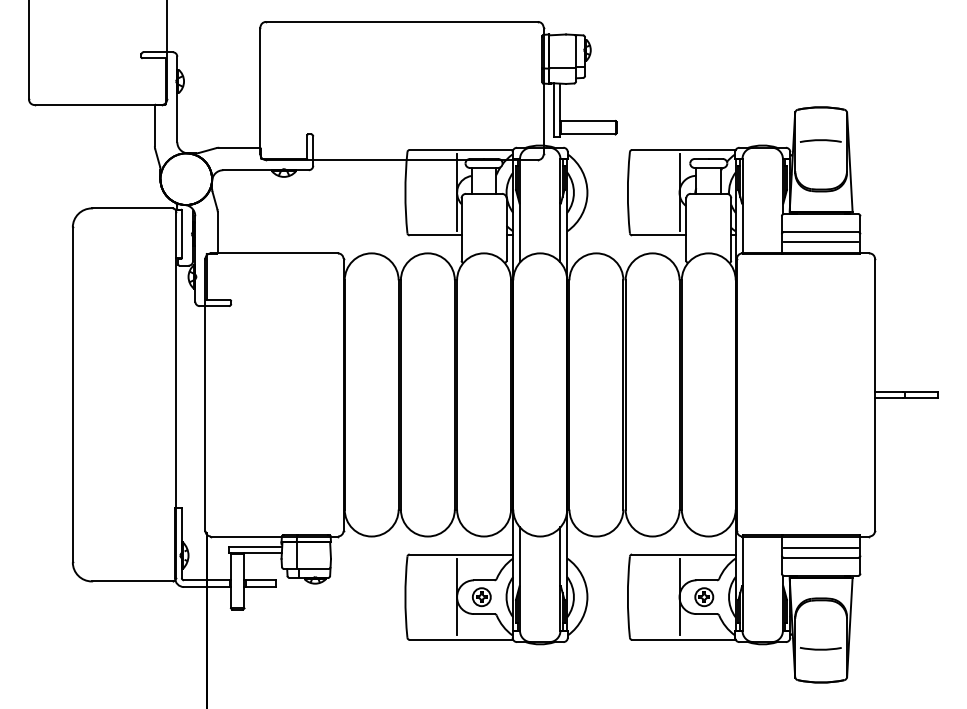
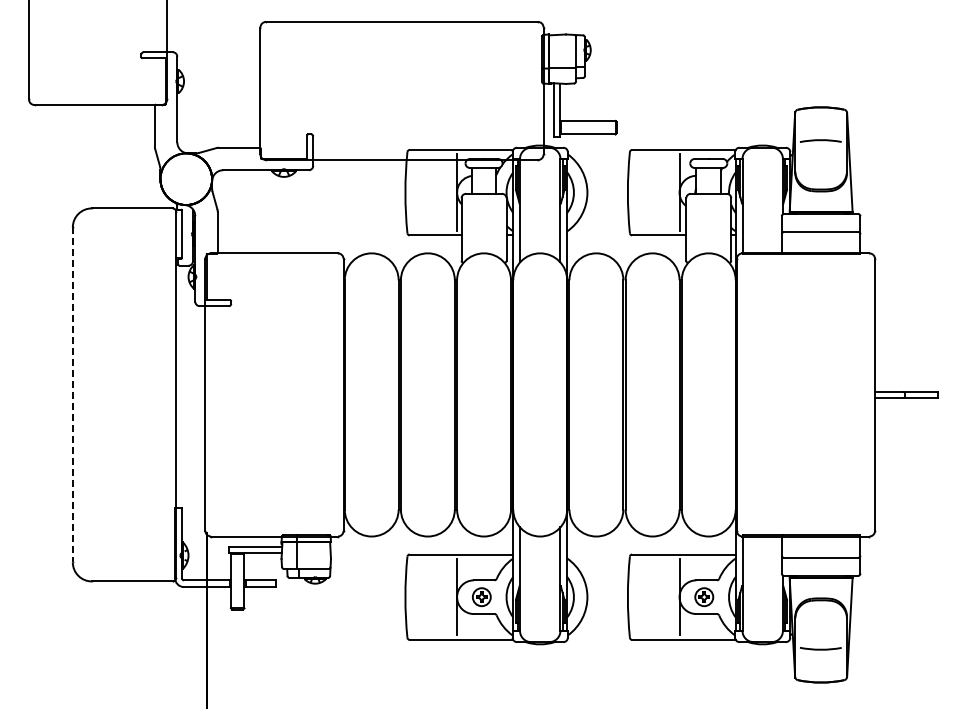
line at (820, 242): present -> none
line at (72, 395): solid -> dashed
line at (820, 547): present -> none
